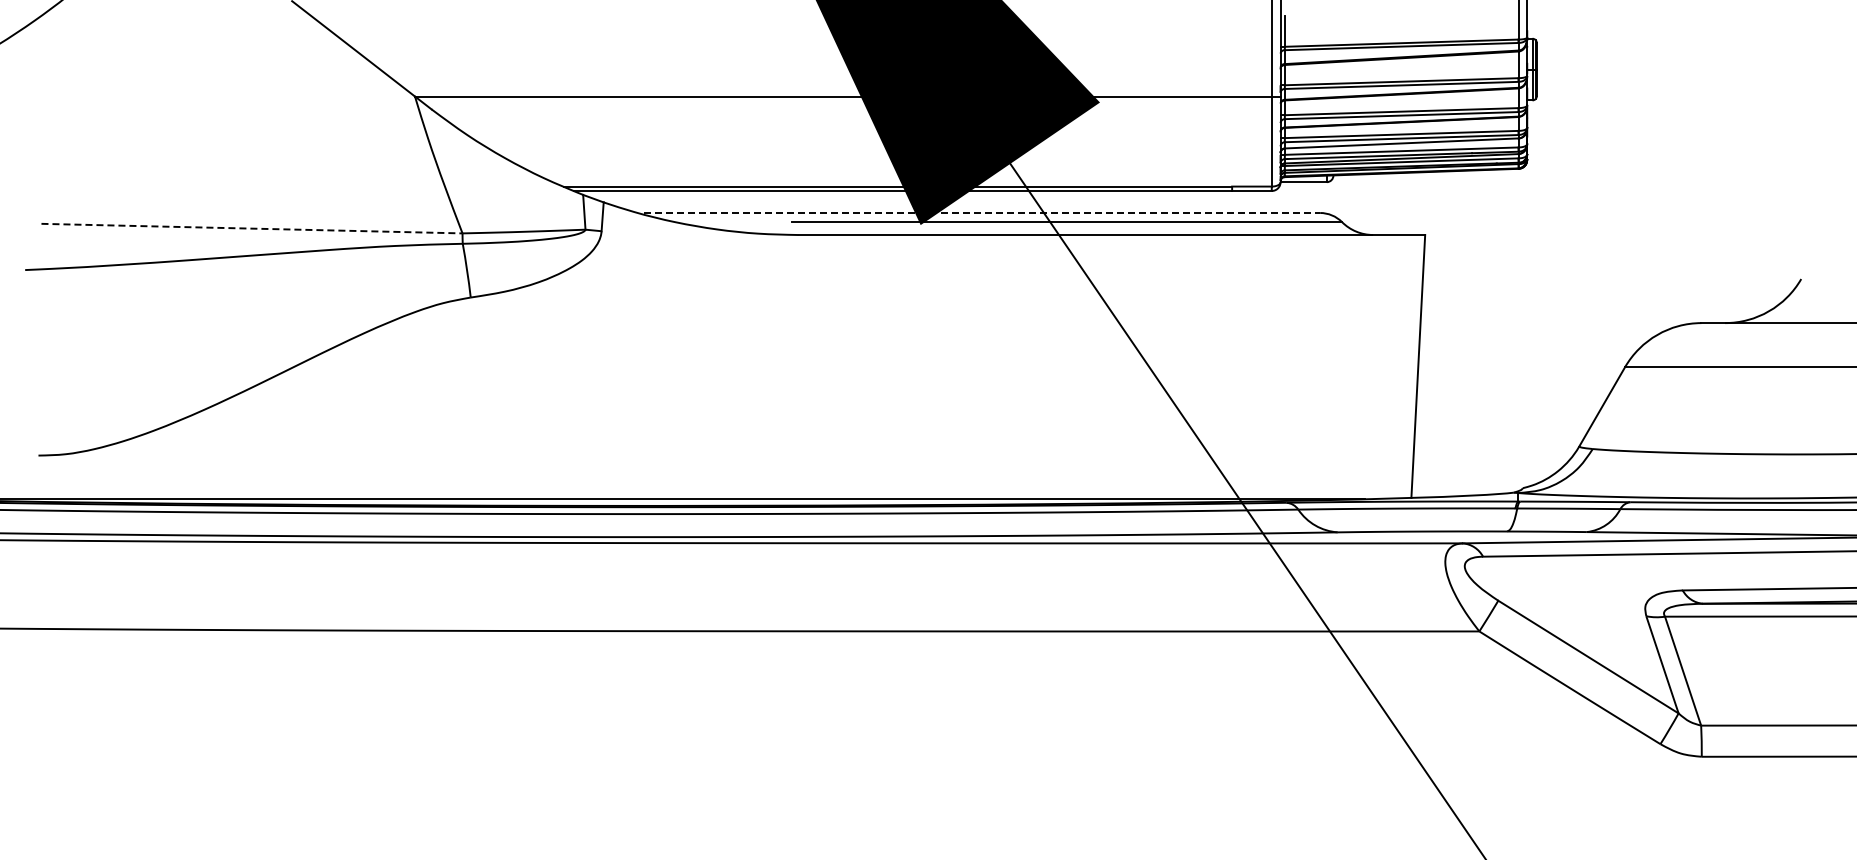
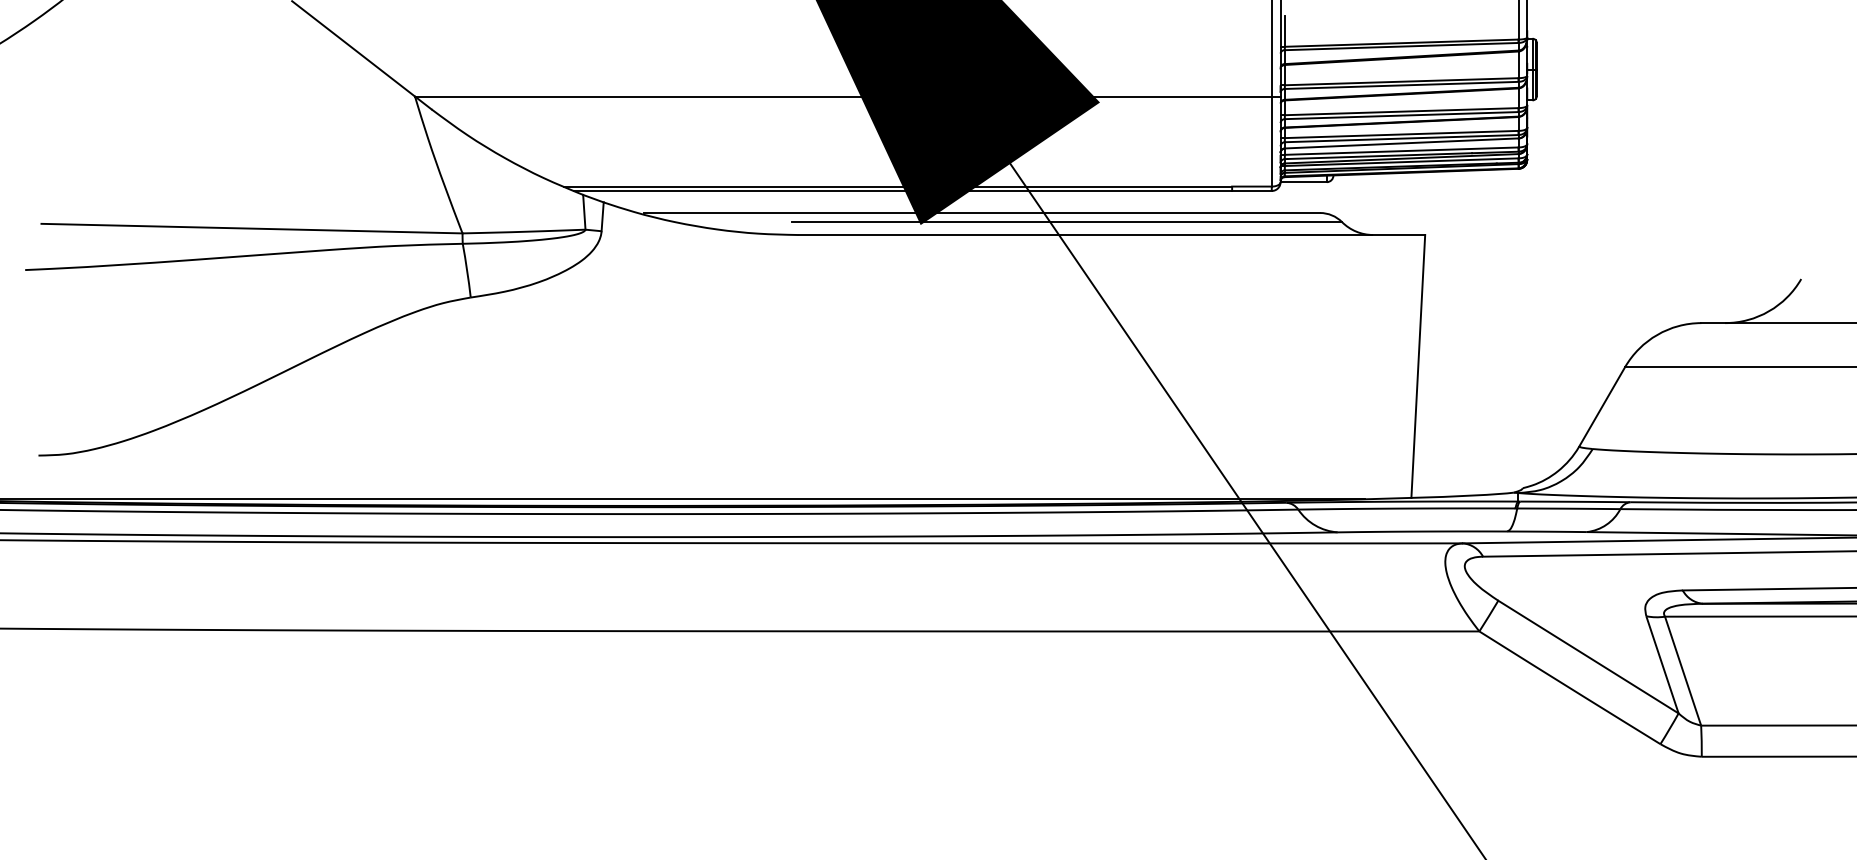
line at (982, 213): dashed -> solid
line at (252, 228): dashed -> solid
